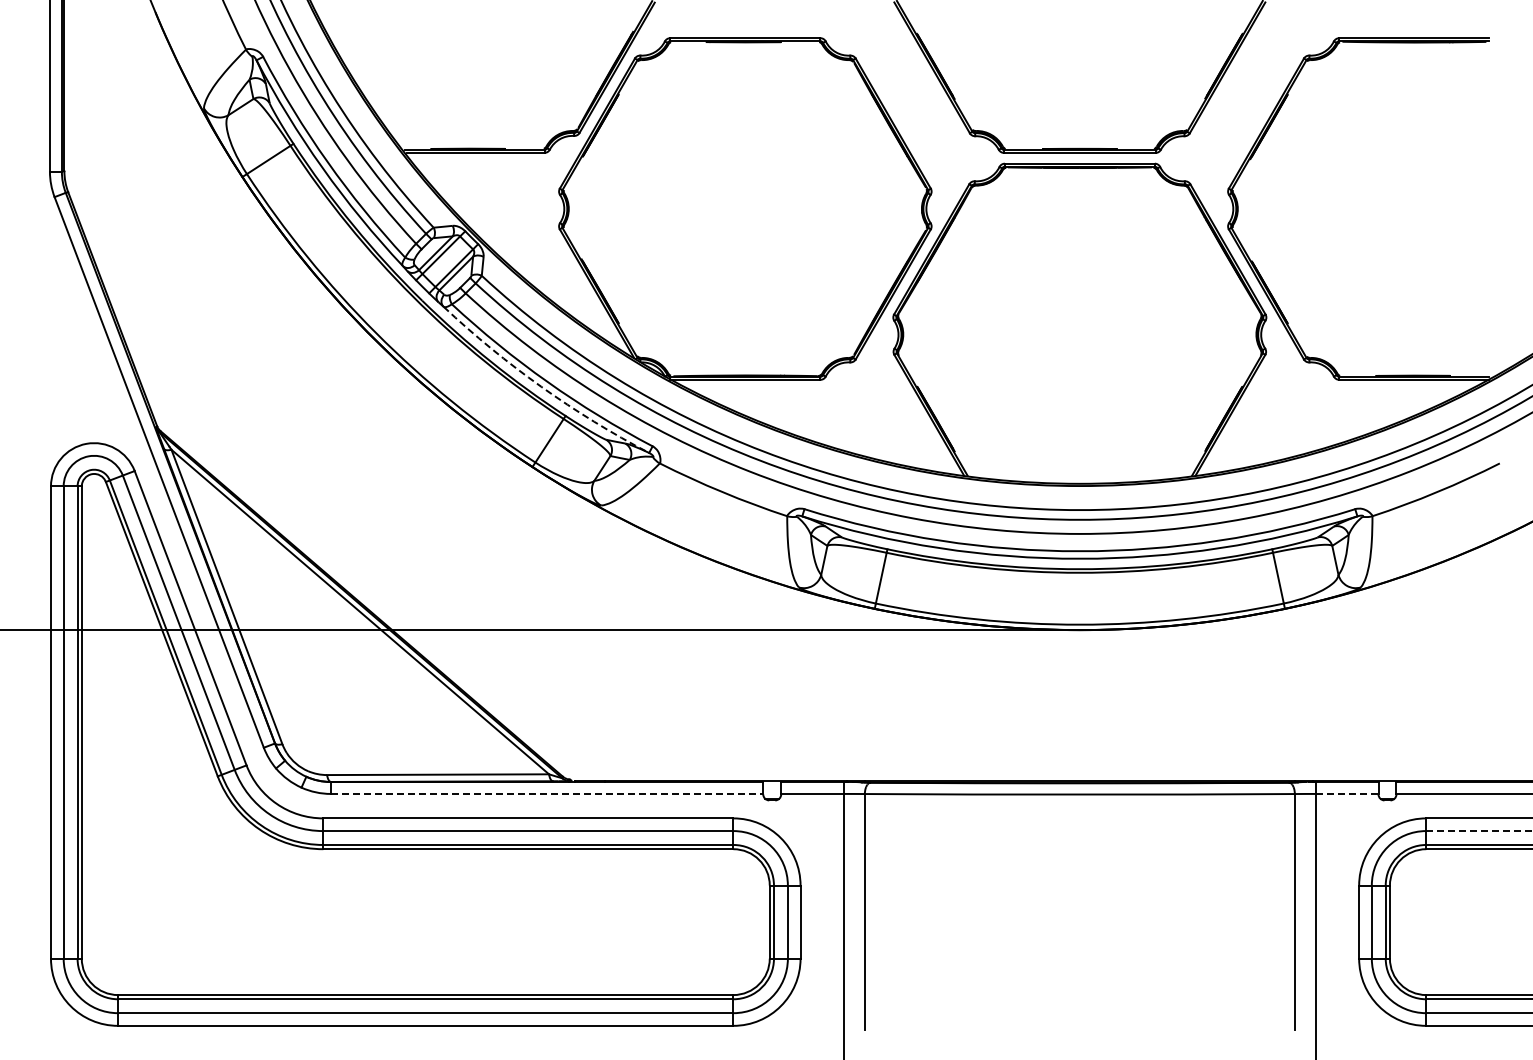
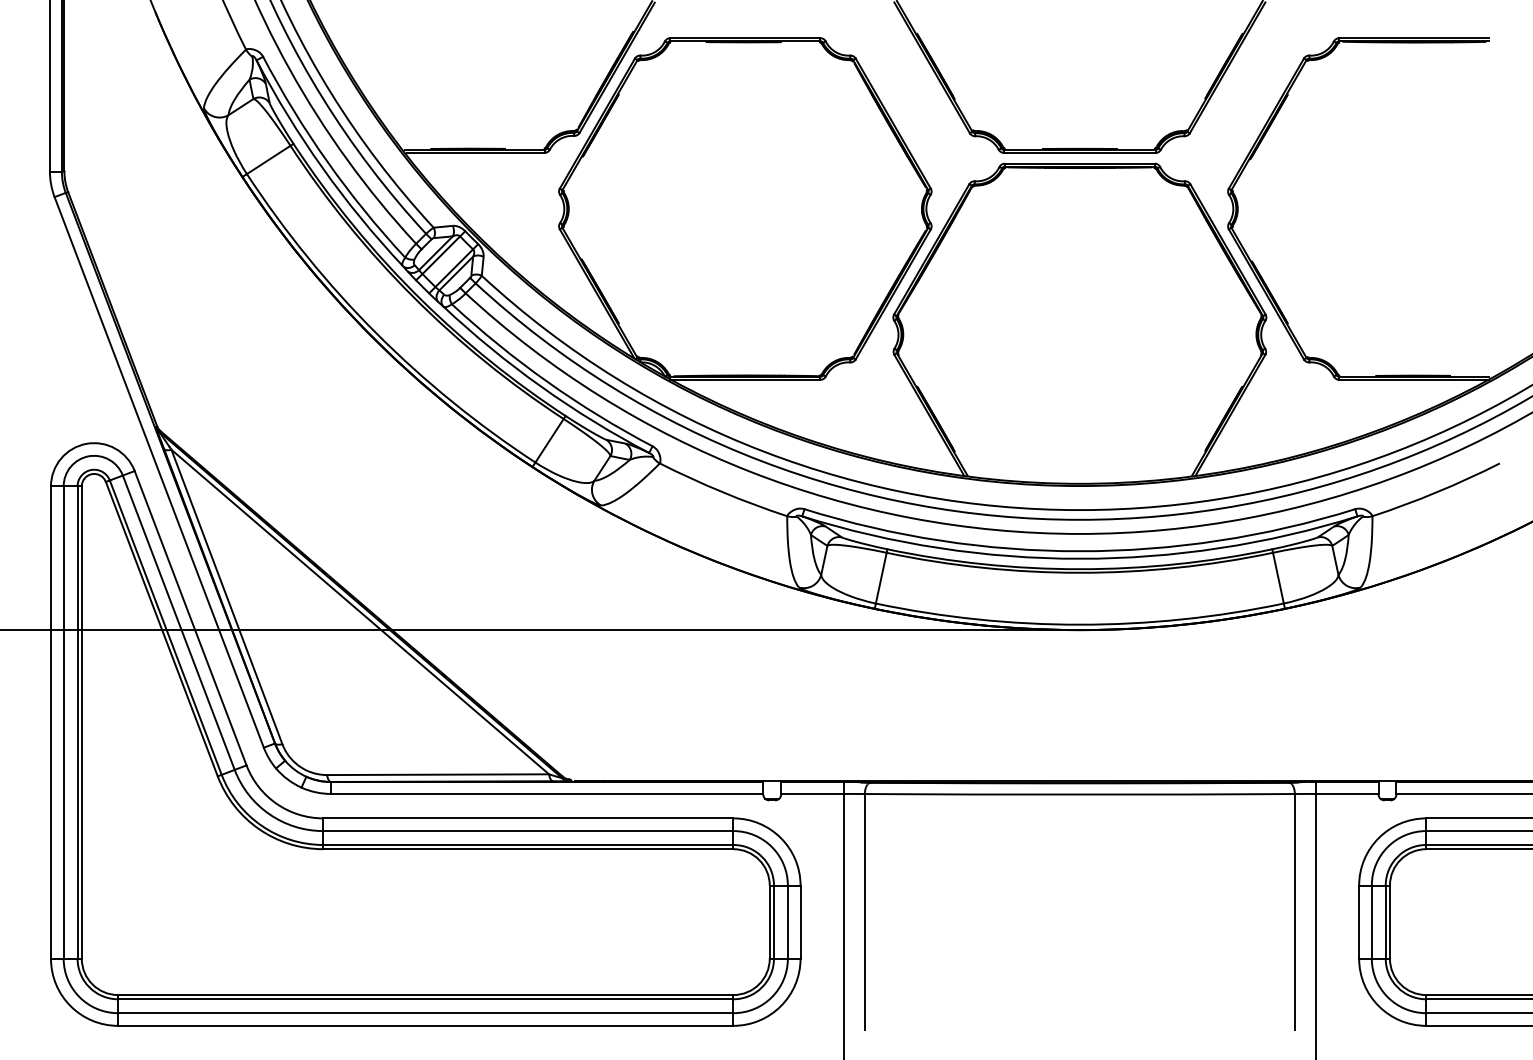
arc at (541, 386): dashed -> solid
line at (547, 793): dashed -> solid
line at (1347, 793): dashed -> solid
line at (1479, 831): dashed -> solid
